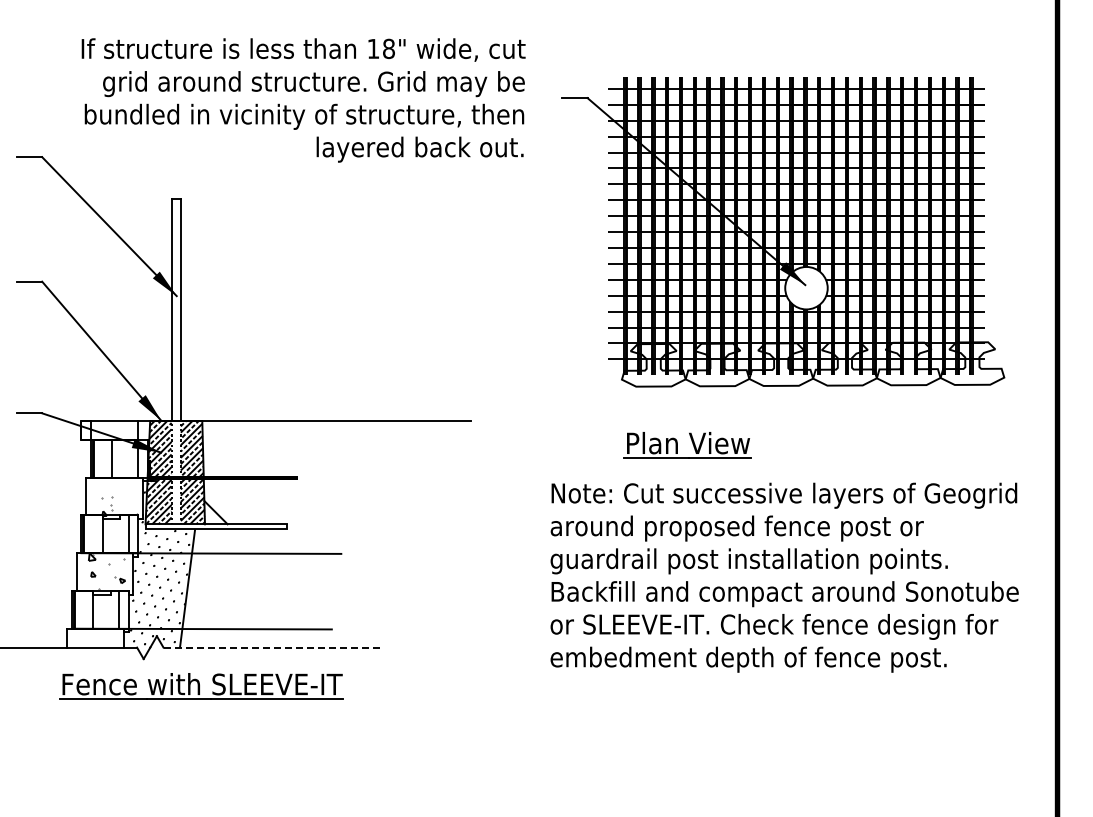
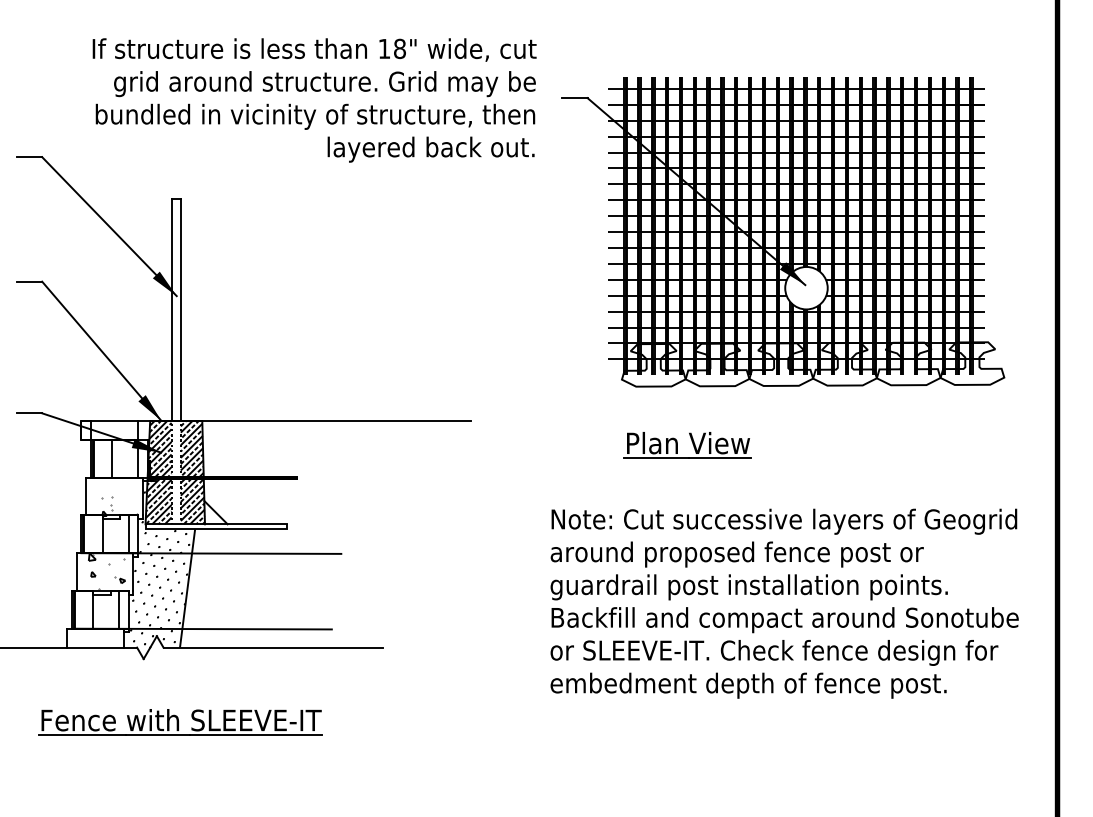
text at (303, 100) position: (303, 100) -> (314, 100)
text at (784, 577) position: (784, 577) -> (784, 603)
line at (273, 647): dashed -> solid
part at (201, 686) position: (201, 686) -> (180, 722)
